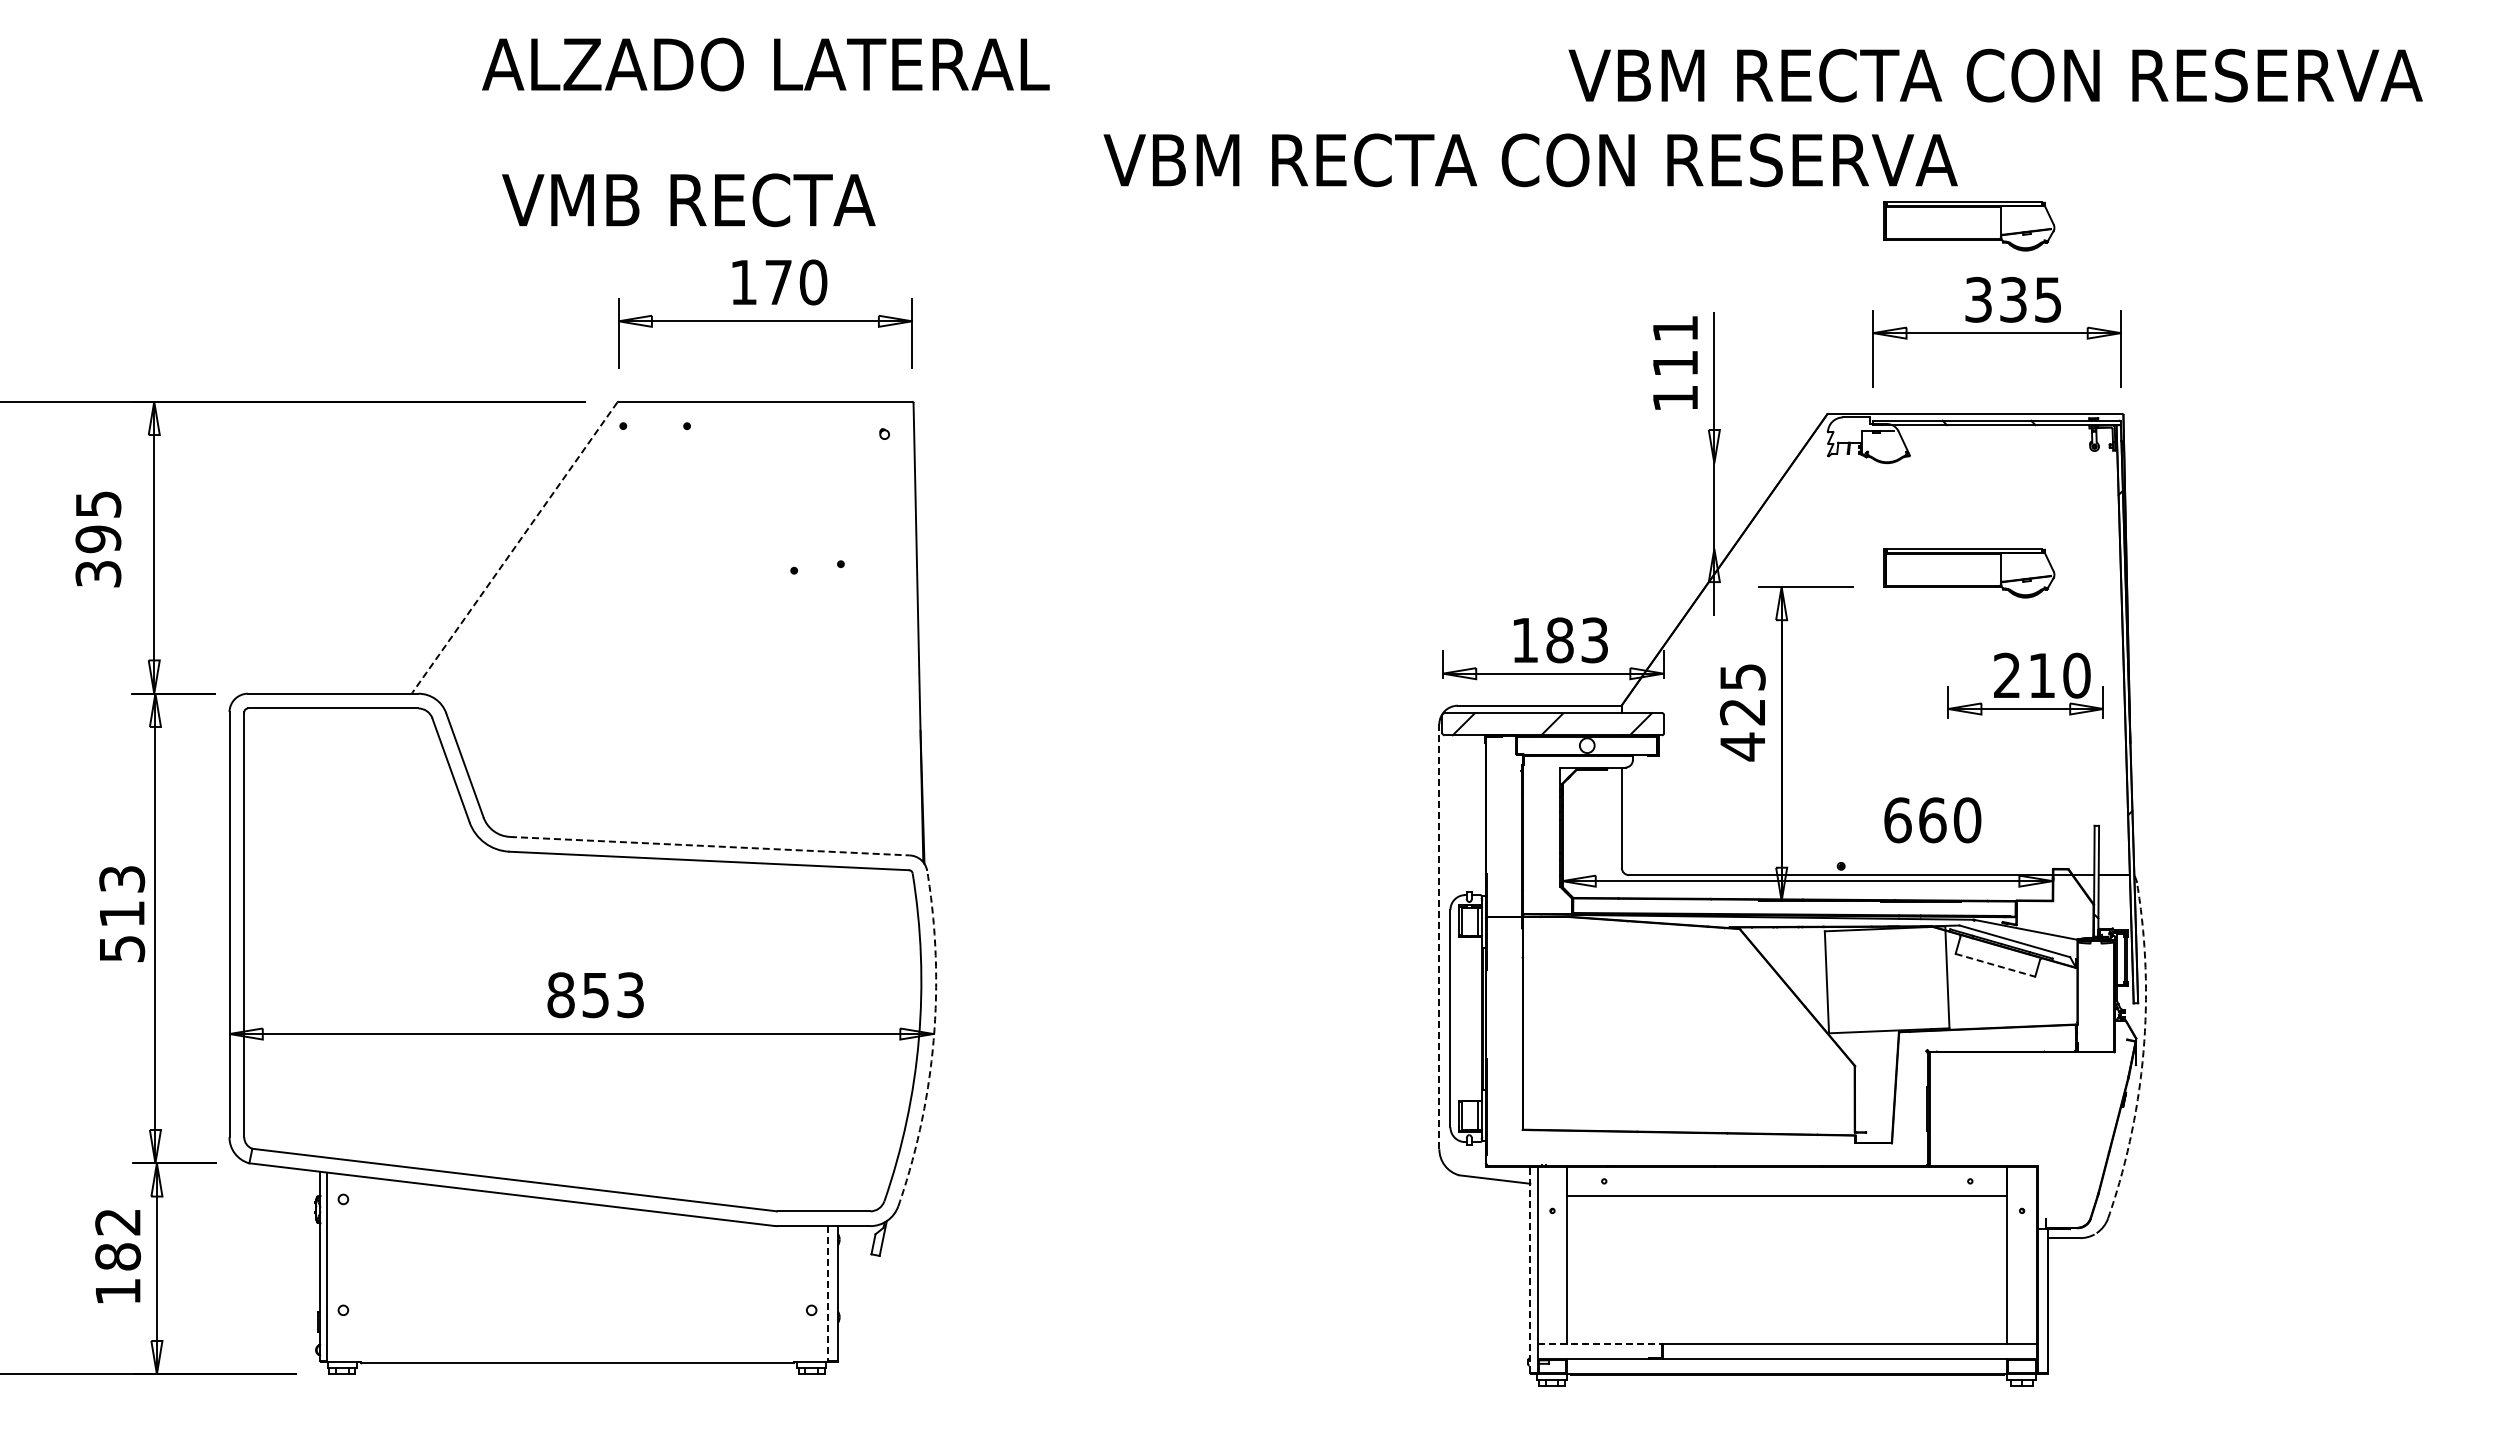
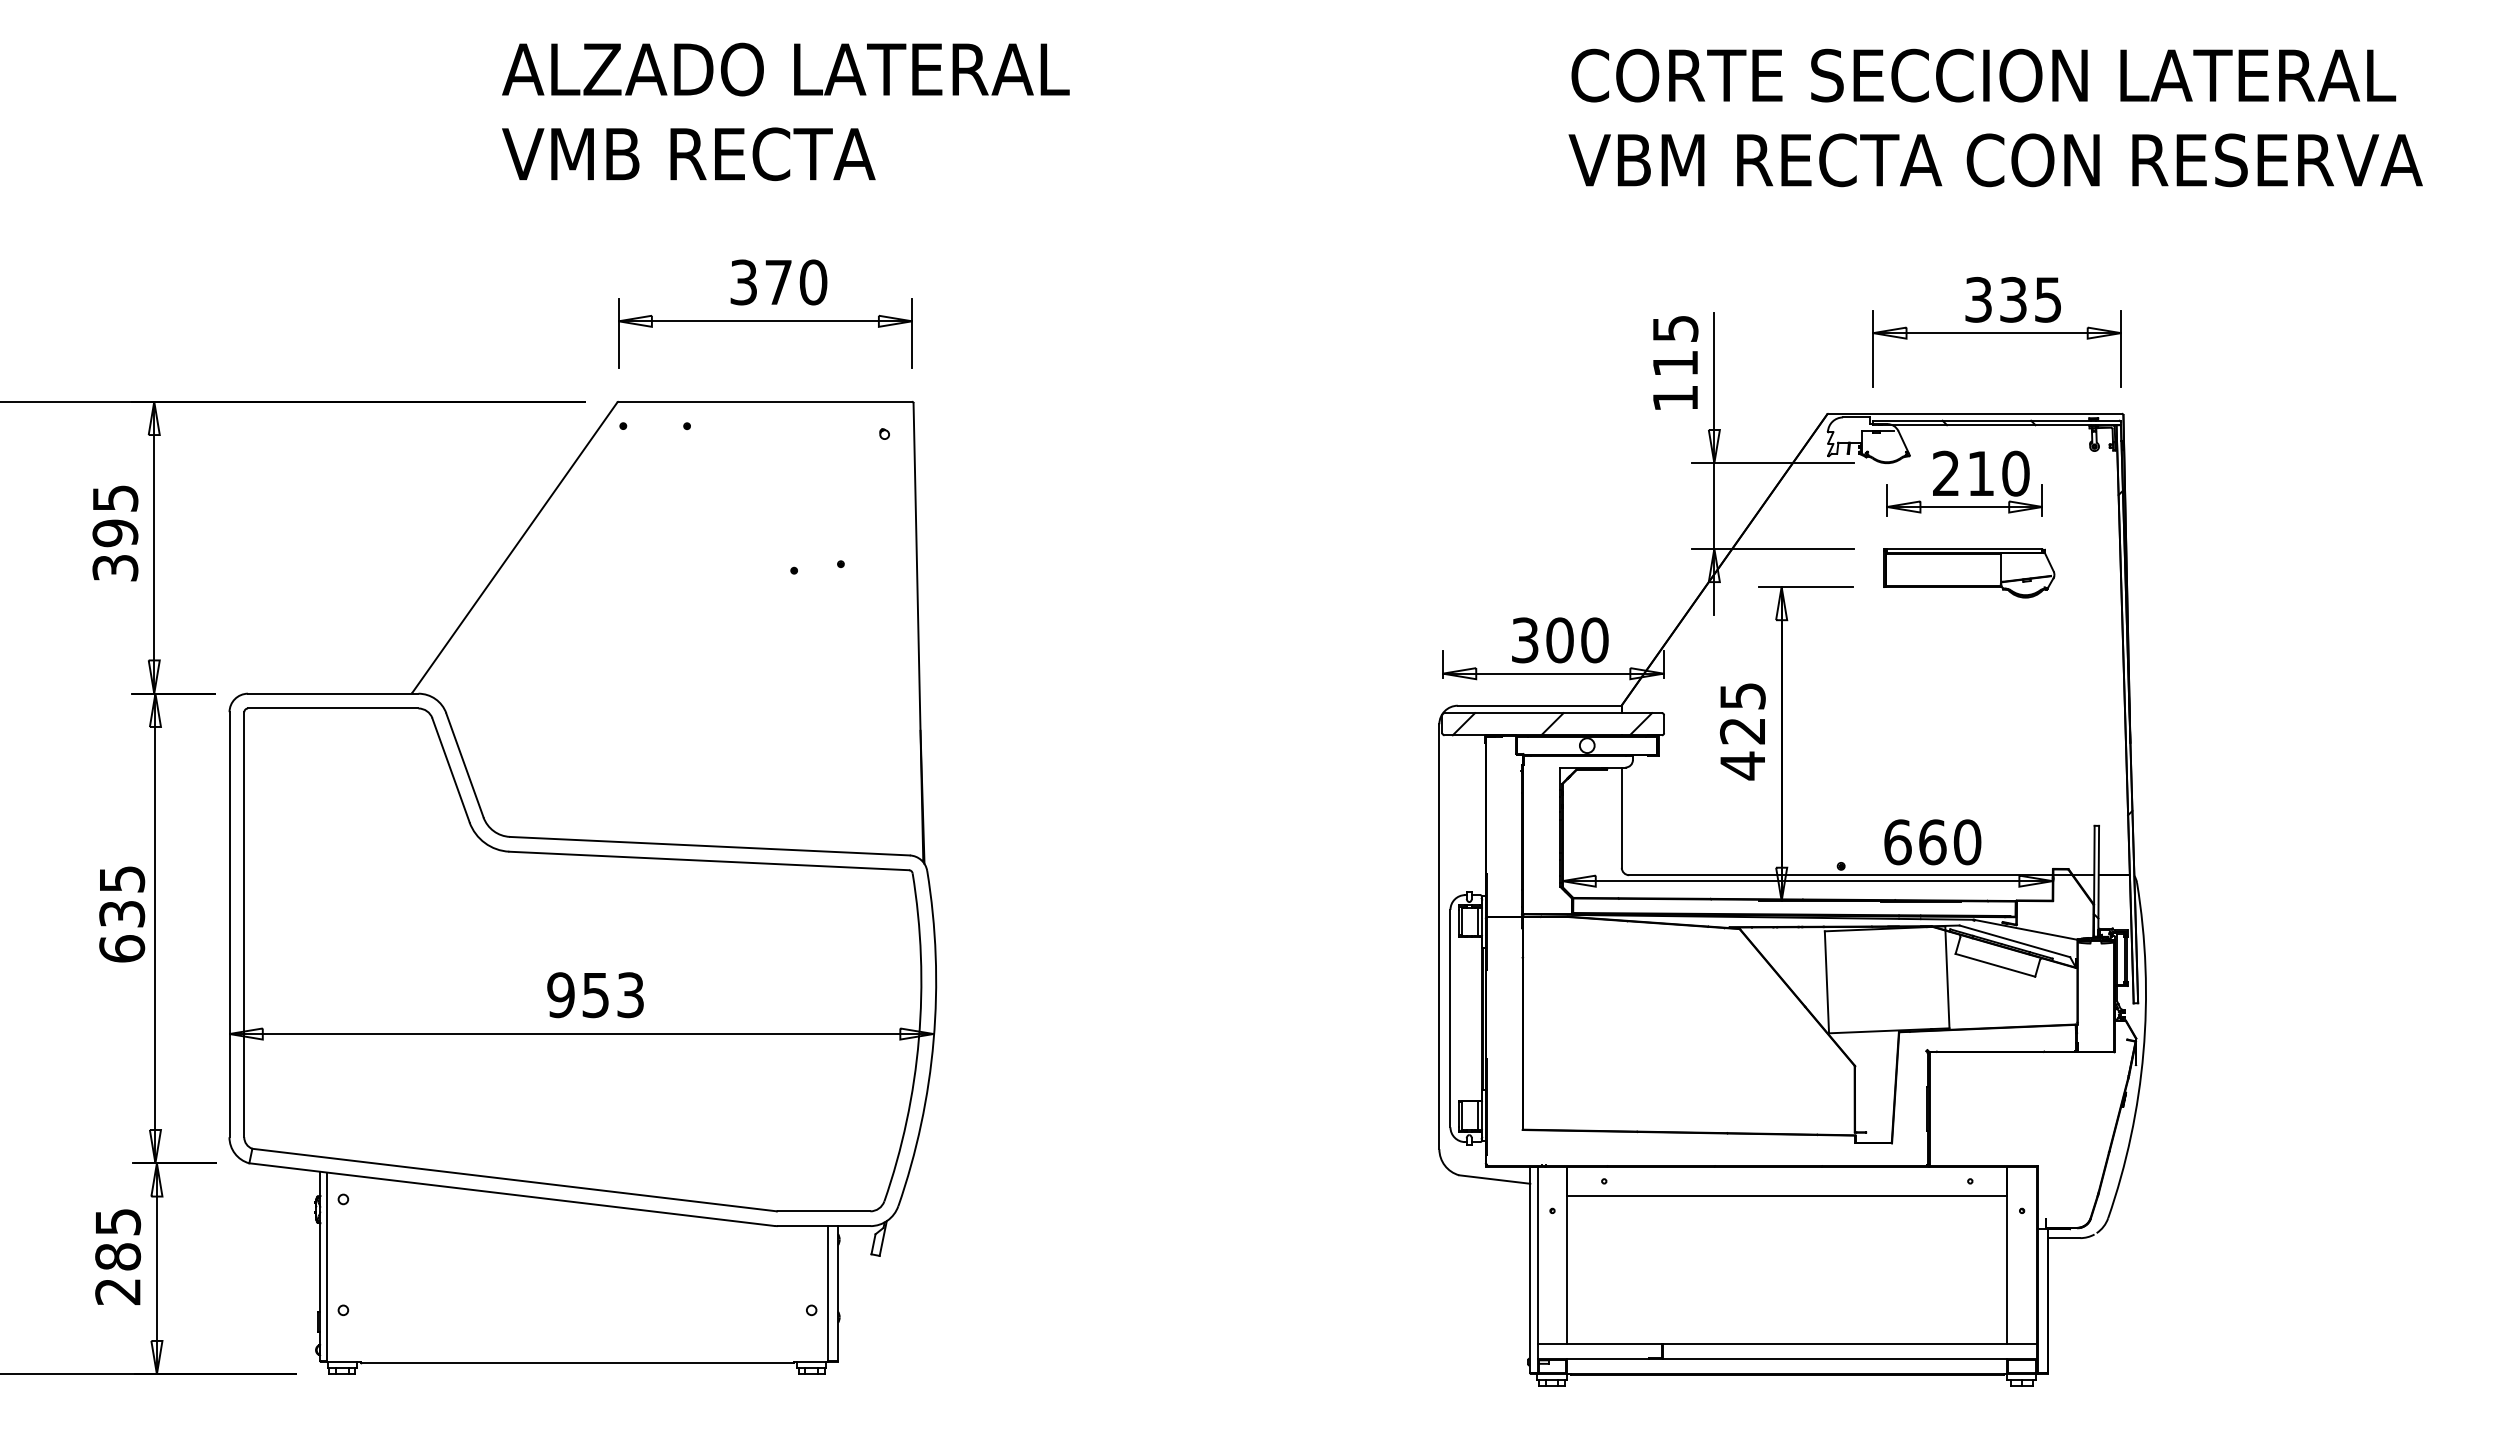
text at (765, 64) position: (765, 64) -> (785, 69)
text at (1995, 75): VBM RECTA CON RESERVA -> CORTE SECCION LATERAL
text at (1530, 160) position: (1530, 160) -> (1995, 160)
text at (688, 200) position: (688, 200) -> (688, 154)
part at (1969, 226): present -> none
text at (743, 282): 170 -> 370
text at (1675, 328): 111 -> 115
line at (1772, 463): none -> present
text at (98, 539) position: (98, 539) -> (115, 533)
line at (515, 547): dashed -> solid
line at (1772, 548): none -> present
text at (1560, 640): 183 -> 300
part at (2018, 692) position: (2018, 692) -> (1957, 490)
text at (1742, 712) position: (1742, 712) -> (1742, 731)
text at (1932, 820) position: (1932, 820) -> (1932, 842)
line at (710, 846): dashed -> solid
text at (122, 914): 513 -> 635
line at (1439, 936): dashed -> solid
line at (1995, 965): dashed -> solid
text at (560, 995): 853 -> 953
arc at (933, 1040): dashed -> solid
arc at (2143, 1052): dashed -> solid
text at (118, 1257): 182 -> 285
line at (1530, 1269): dashed -> solid
line at (827, 1294): dashed -> solid
line at (1600, 1344): dashed -> solid
